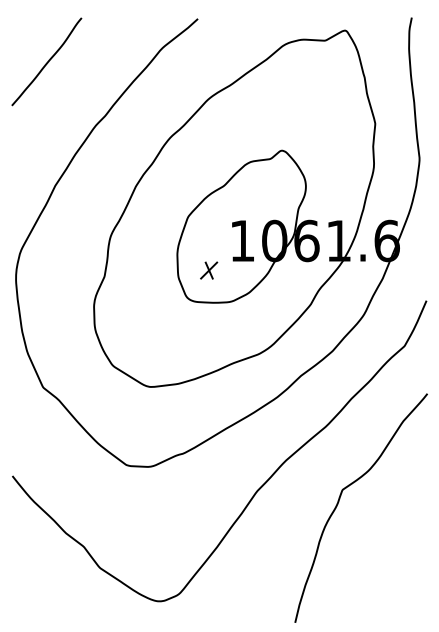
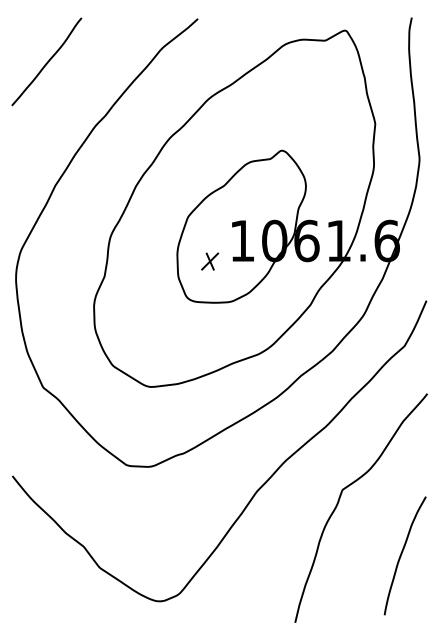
part at (209, 270) position: (209, 270) -> (210, 261)
curve at (402, 554): none -> present
